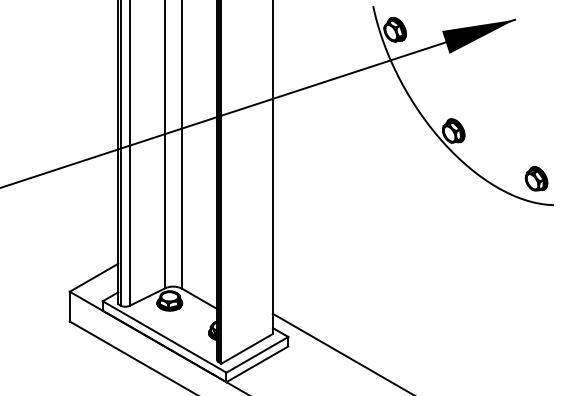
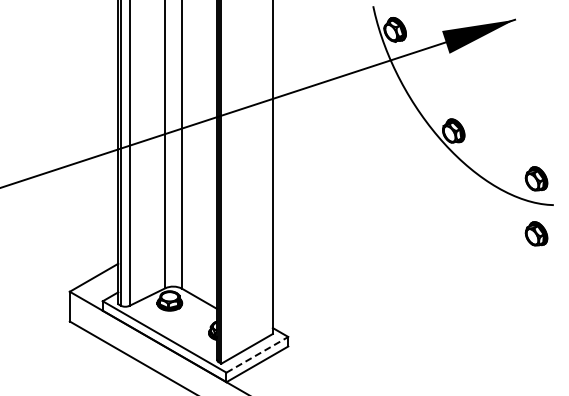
part at (536, 233): none -> present
line at (340, 352): present -> none
line at (257, 354): solid -> dashed
